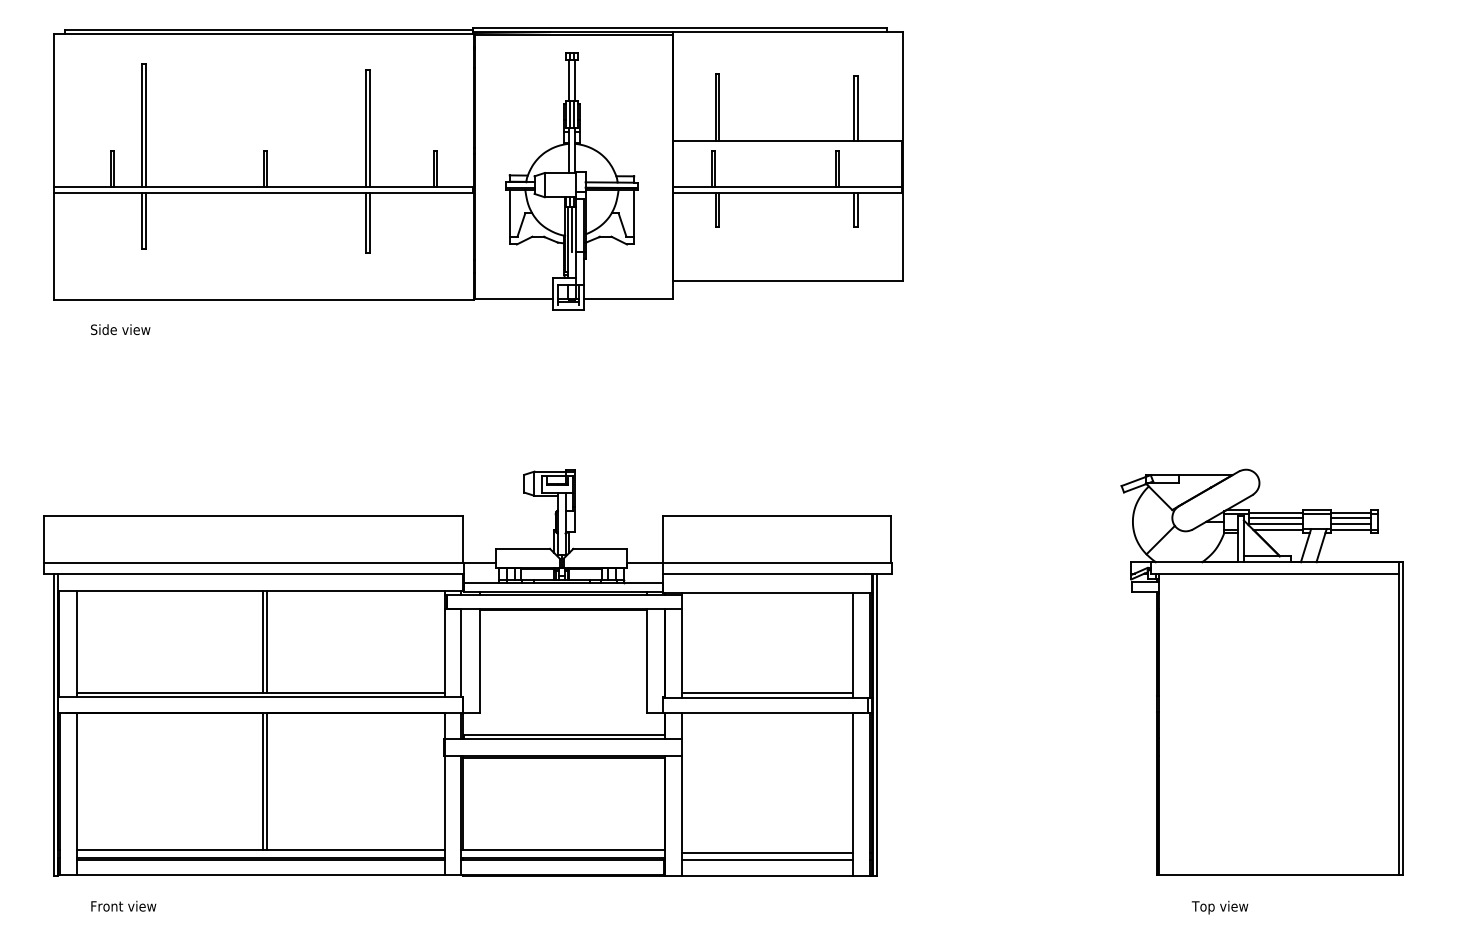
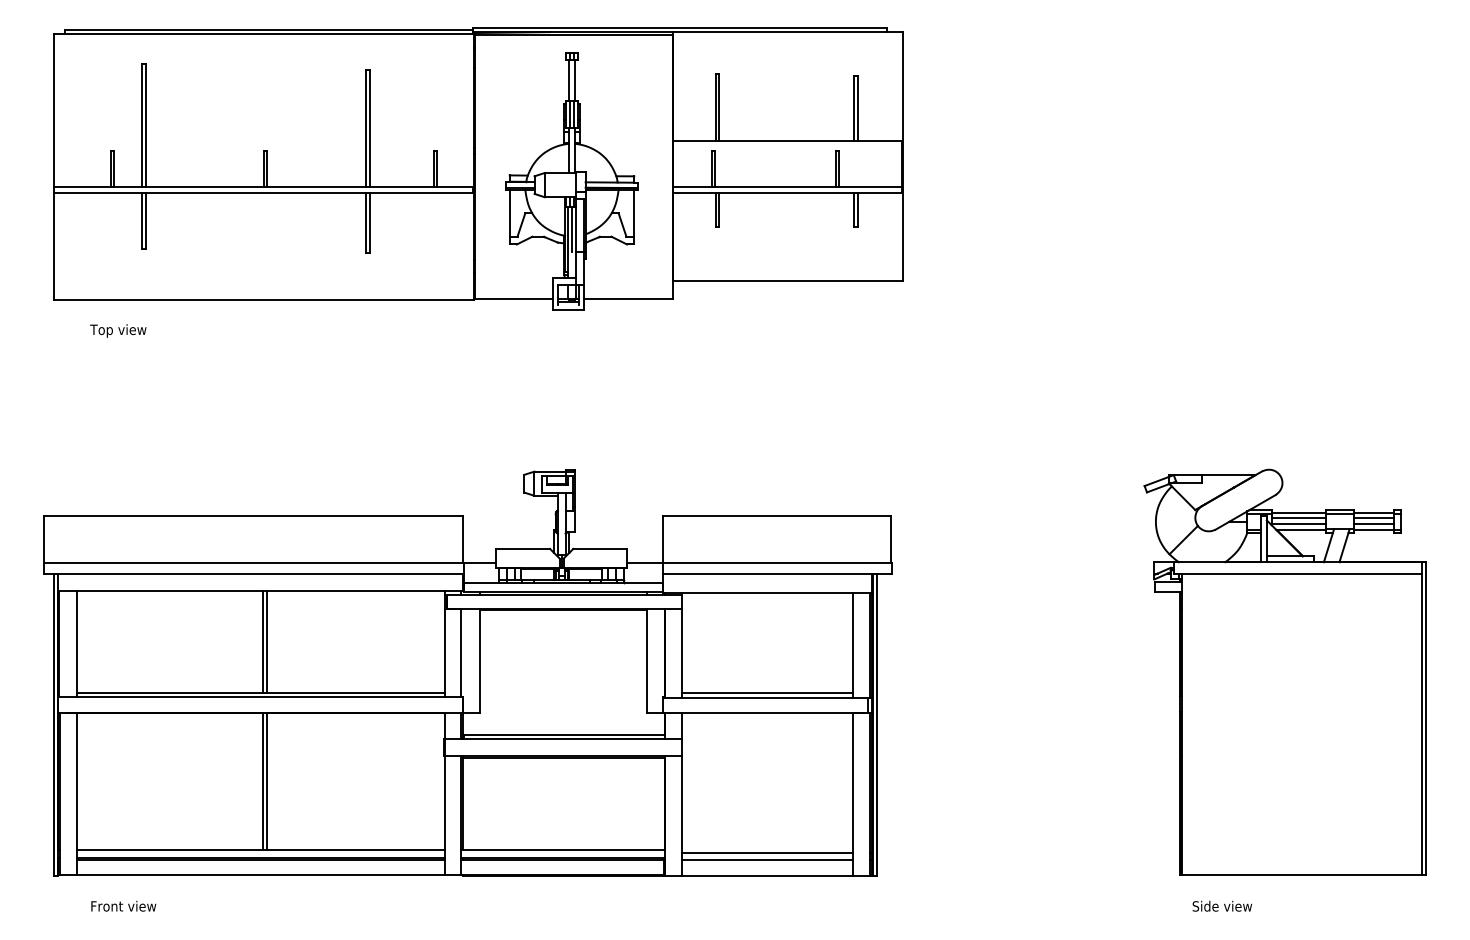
text at (120, 330): Side view -> Top view
part at (1261, 671) position: (1261, 671) -> (1284, 671)
text at (1221, 907): Top view -> Side view
